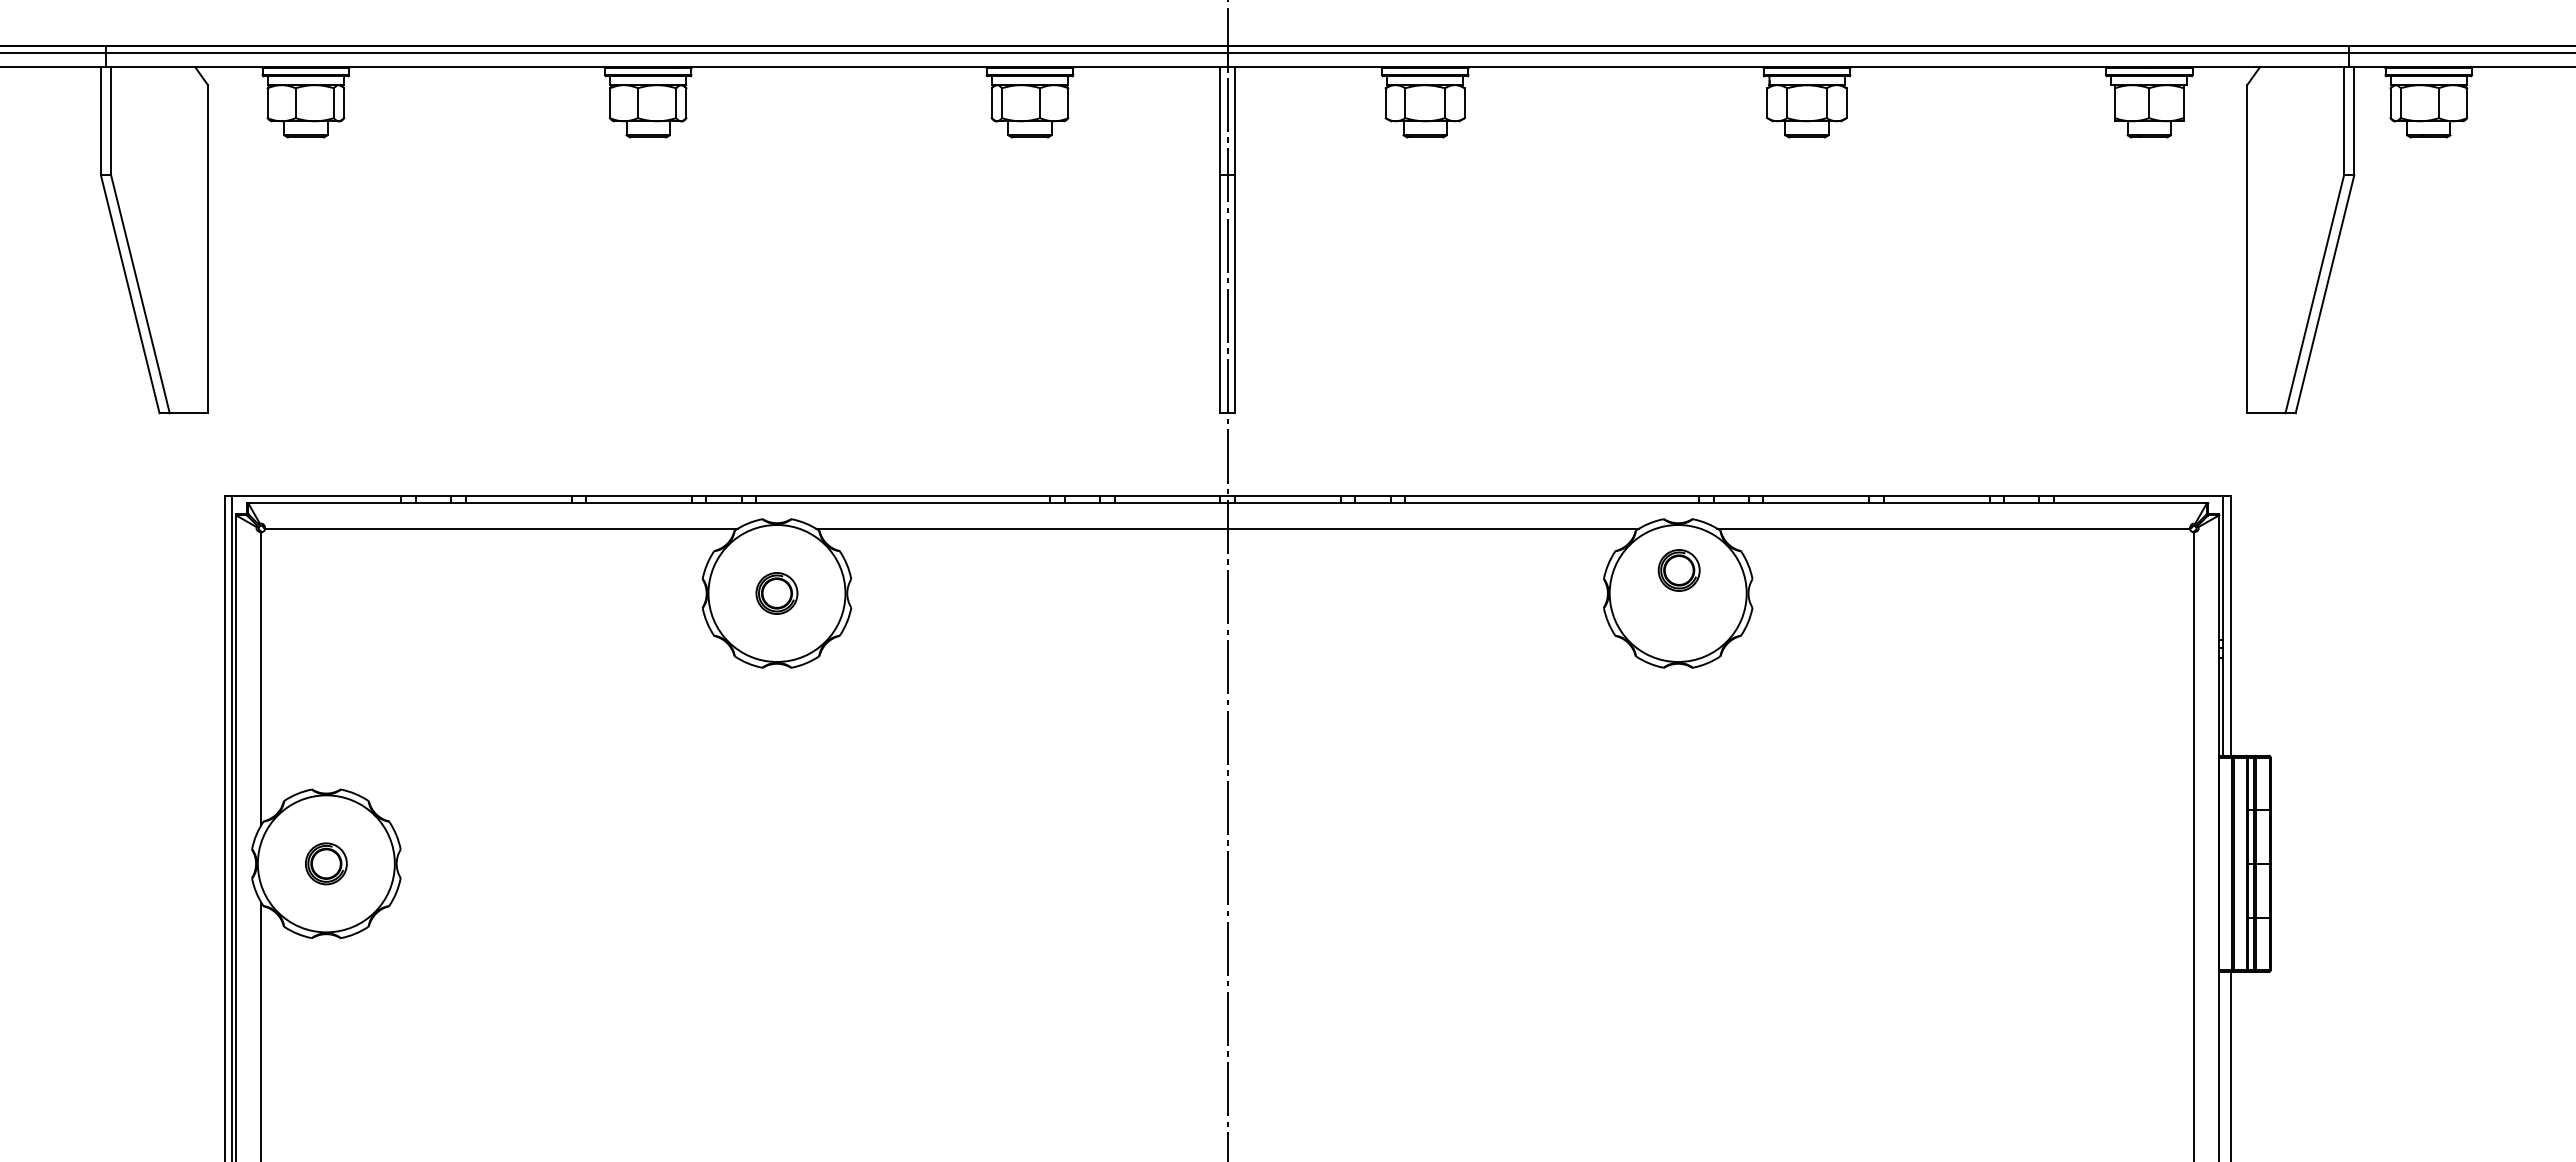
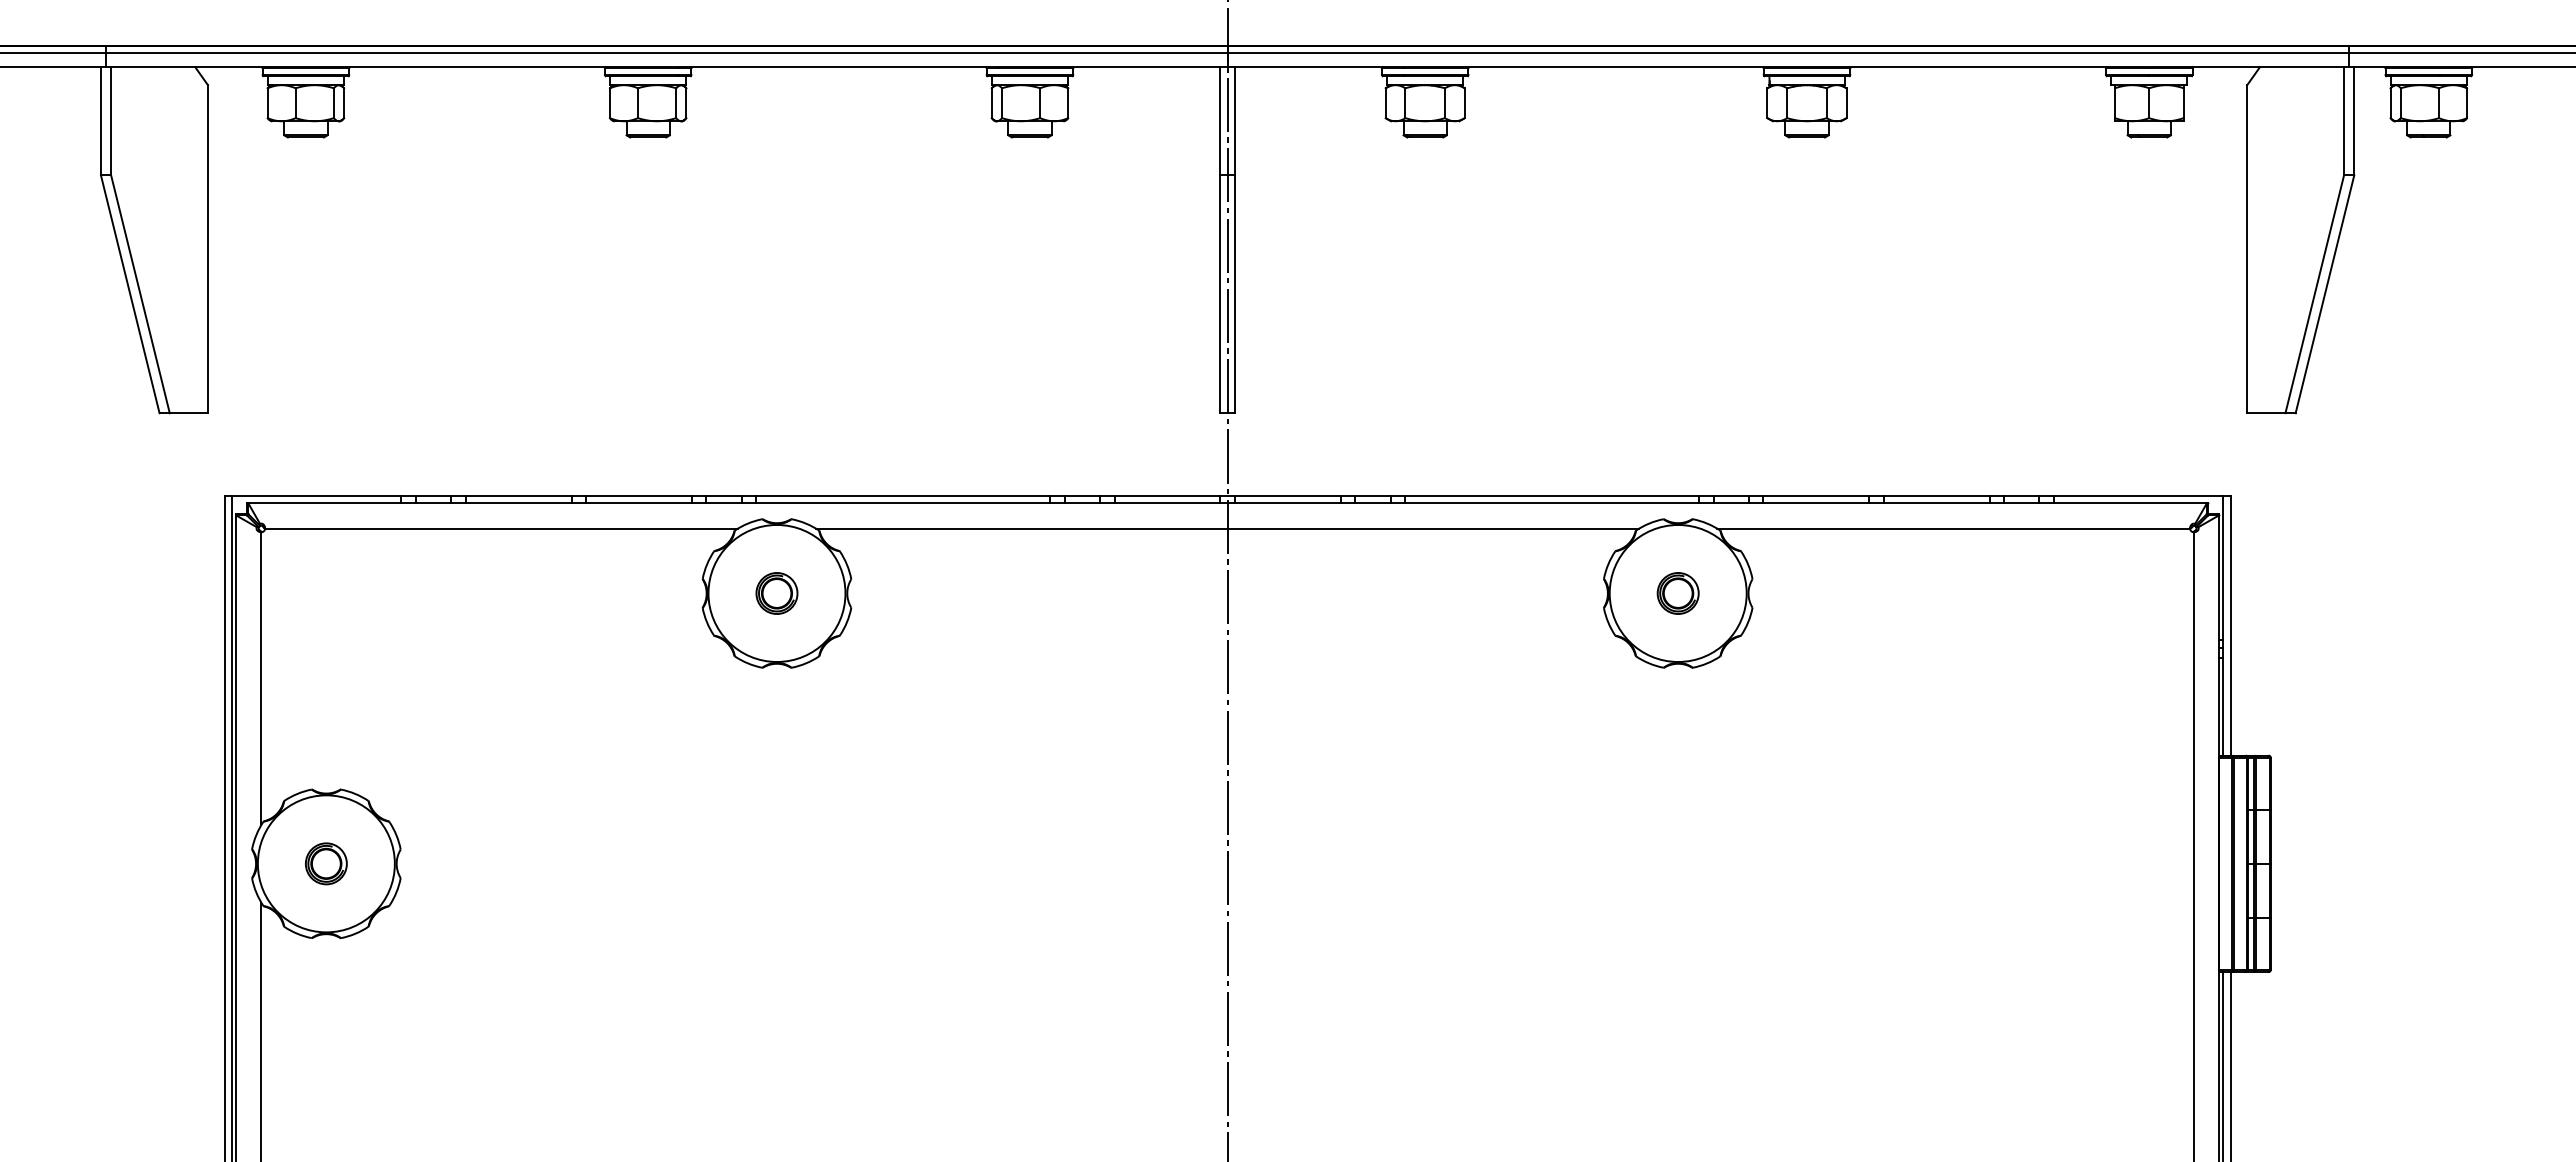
part at (1678, 570) position: (1678, 570) -> (1677, 593)
line at (2223, 1065): none -> present
